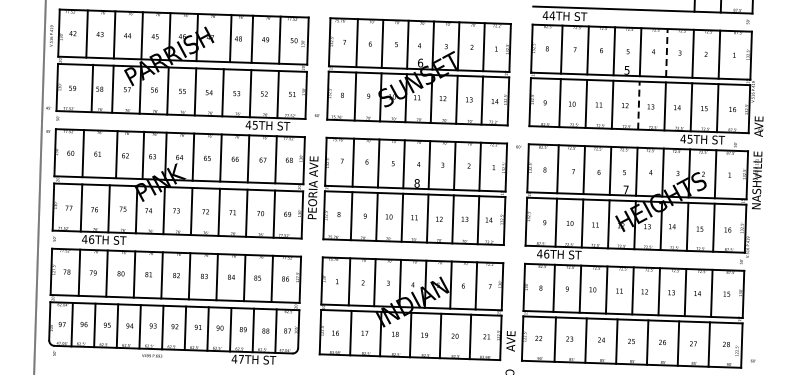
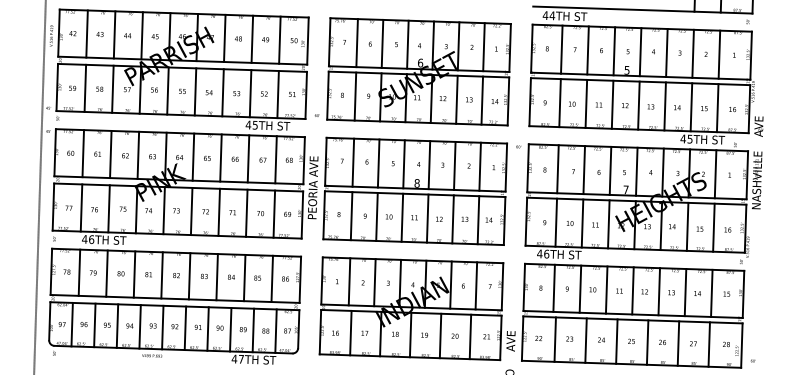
line at (230, 38) position: (230, 38) -> (224, 38)
line at (666, 52): dashed -> solid
line at (92, 87) position: (92, 87) -> (85, 87)
line at (638, 105): dashed -> solid
line at (116, 154) position: (116, 154) -> (110, 154)
line at (143, 154) position: (143, 154) -> (138, 154)
